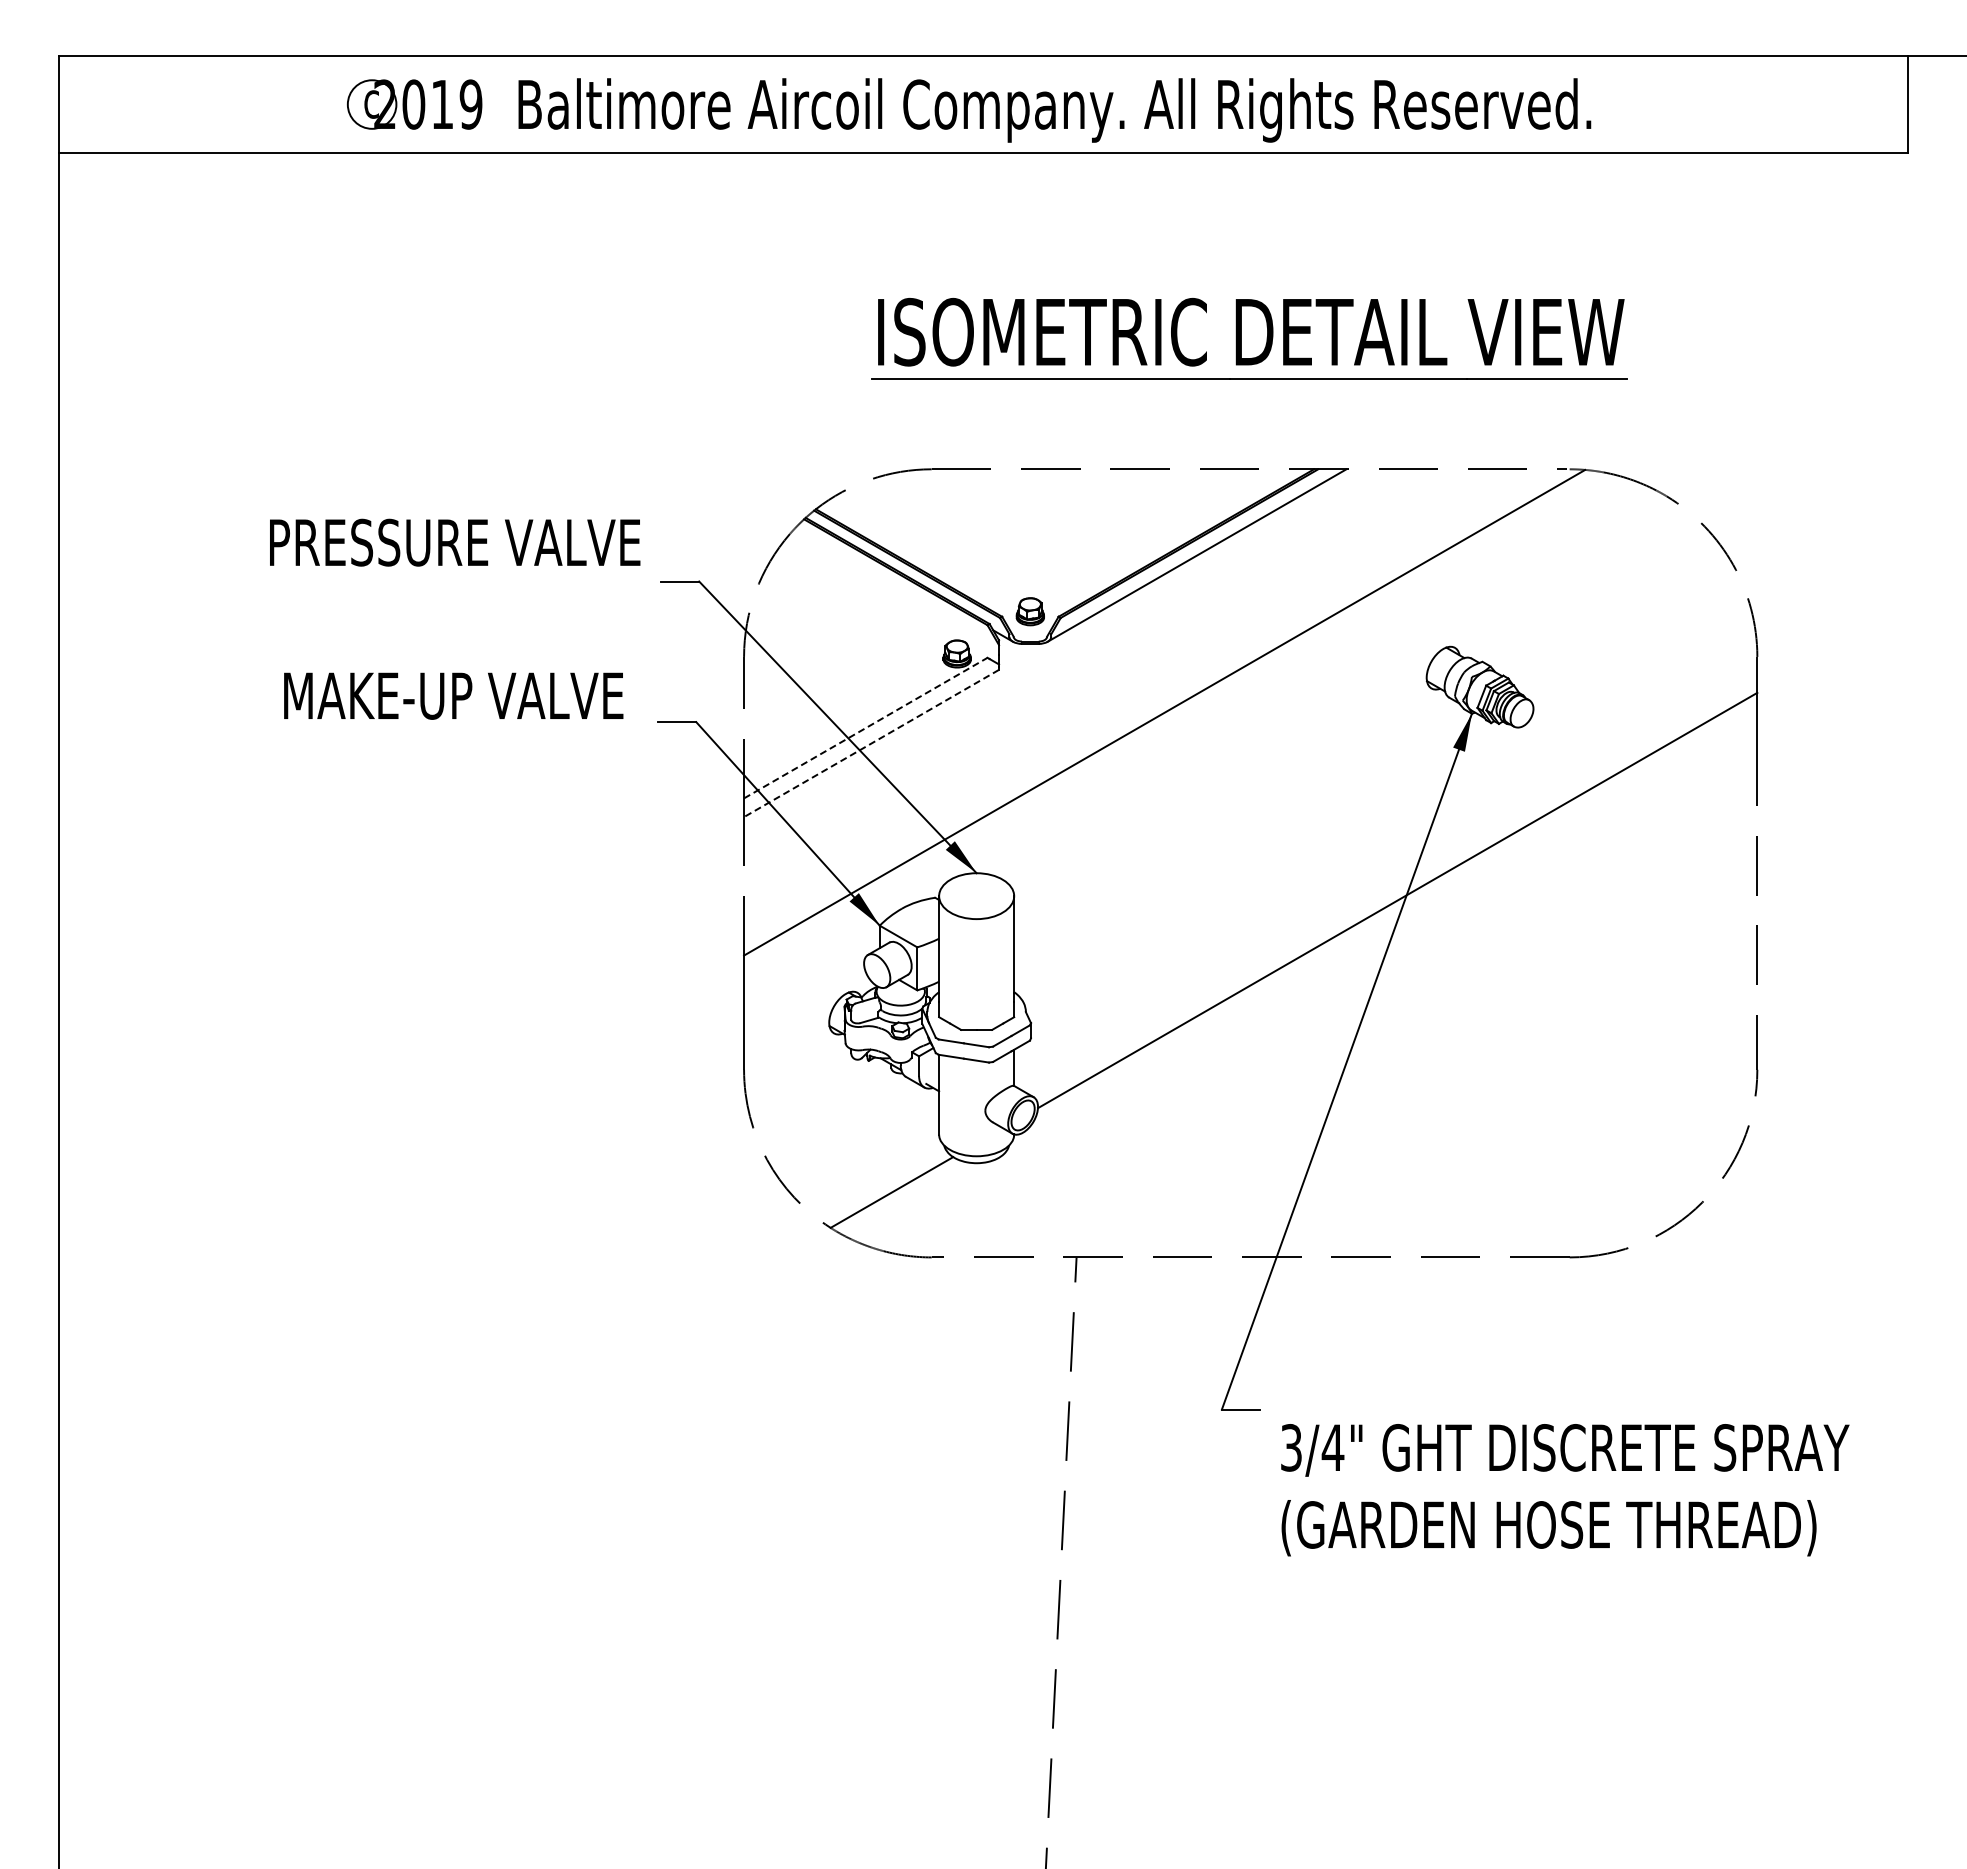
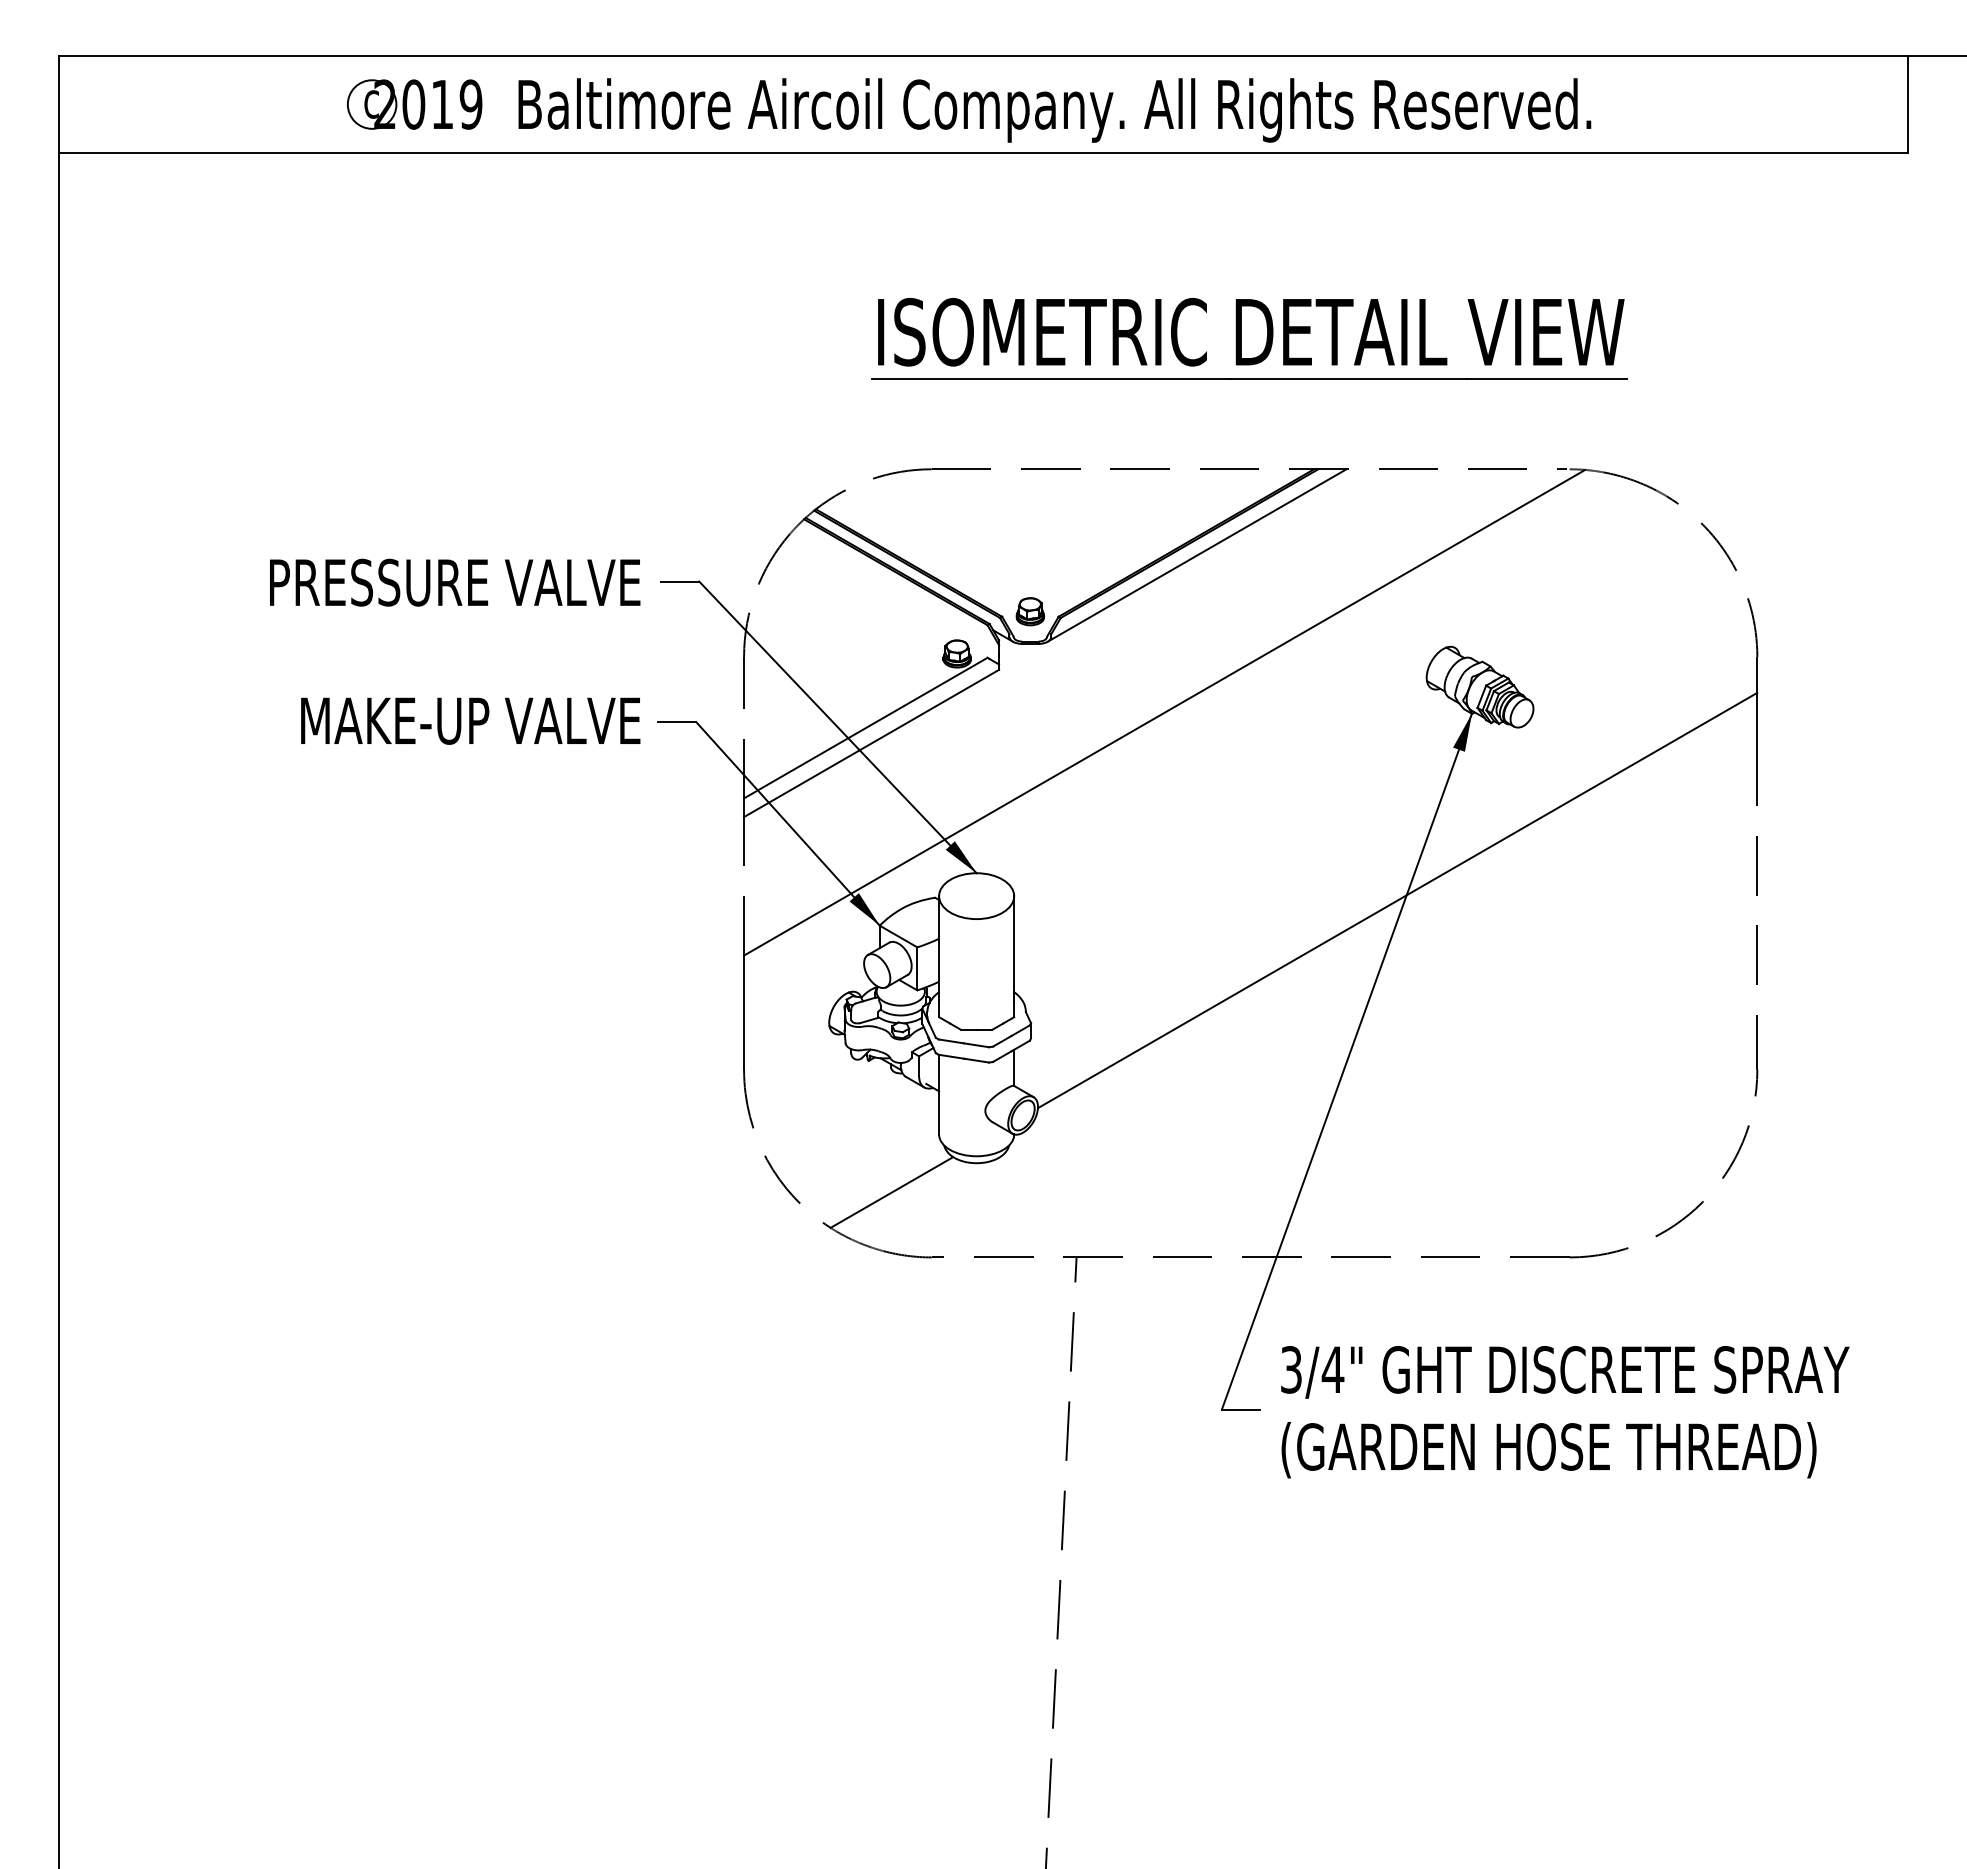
text at (455, 542) position: (455, 542) -> (455, 582)
text at (453, 695) position: (453, 695) -> (470, 720)
line at (865, 728): dashed -> solid
line at (871, 743): dashed -> solid
text at (1565, 1490) position: (1565, 1490) -> (1565, 1412)
